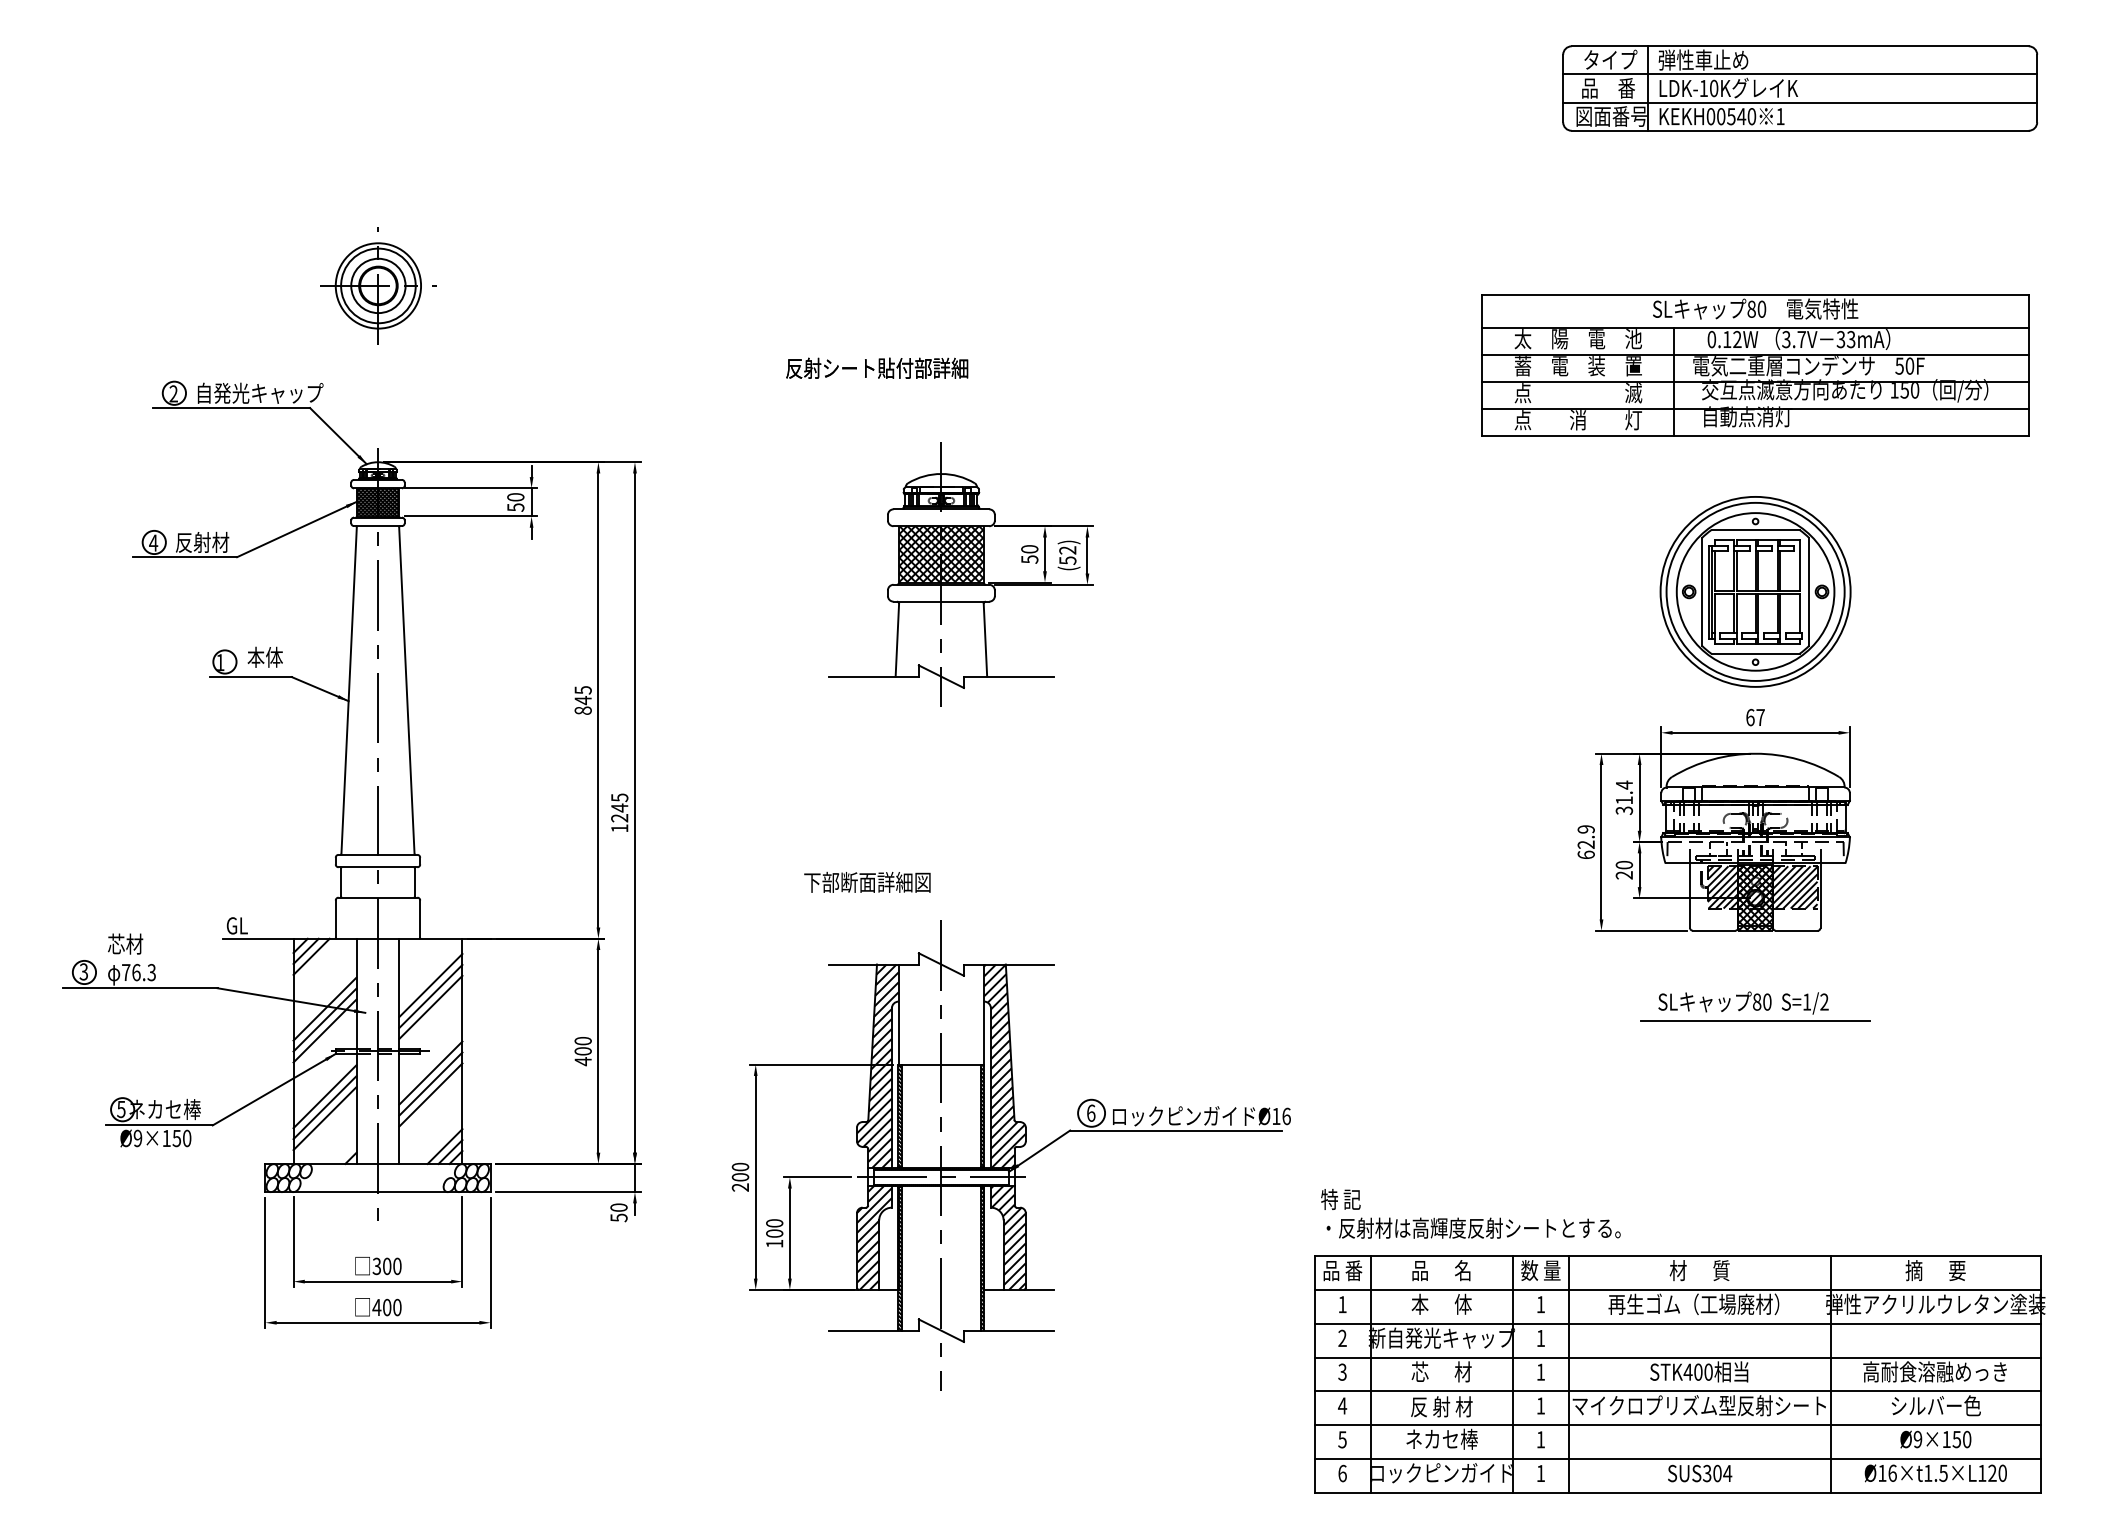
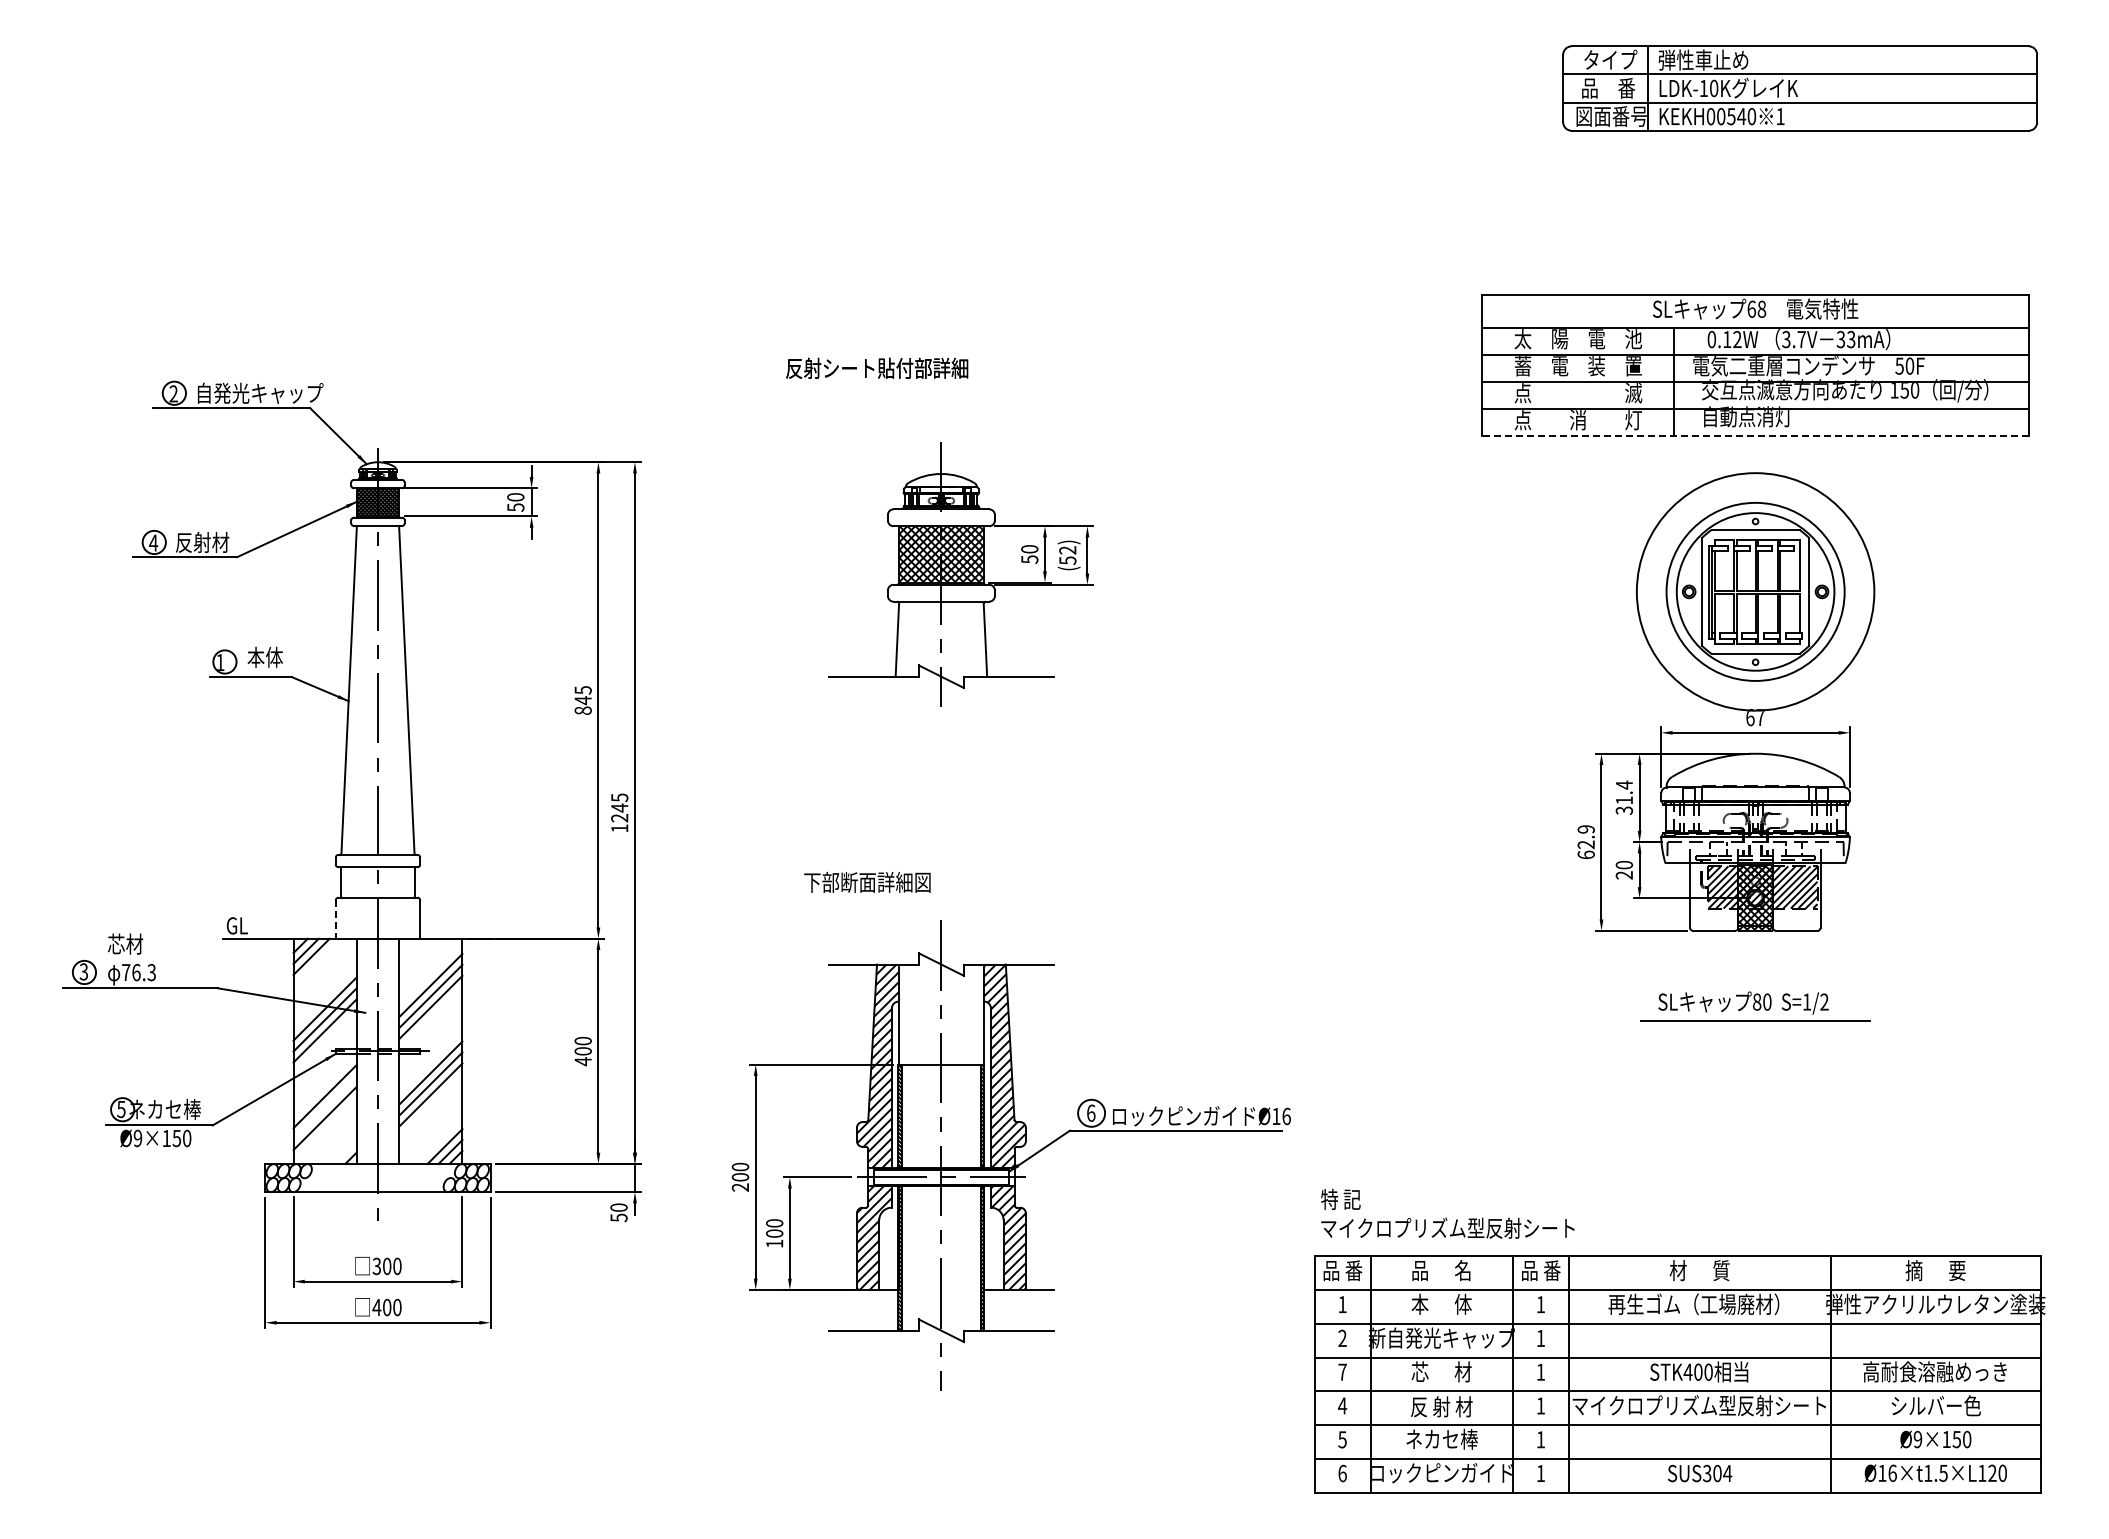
part at (378, 285): present -> none
text at (1756, 308): 80 -> 68
line at (1755, 435): solid -> dashed
circle at (1755, 591) diameter: 190 px -> 238 px
line at (335, 919): solid -> dashed
line at (324, 1107): present -> none
text at (1470, 1227): ・反射材は高輝度反射シートとする。 -> マイクロプリズム型反射シート
text at (1540, 1270): 数 量 -> 品 番
text at (1342, 1371): 3 -> 7
